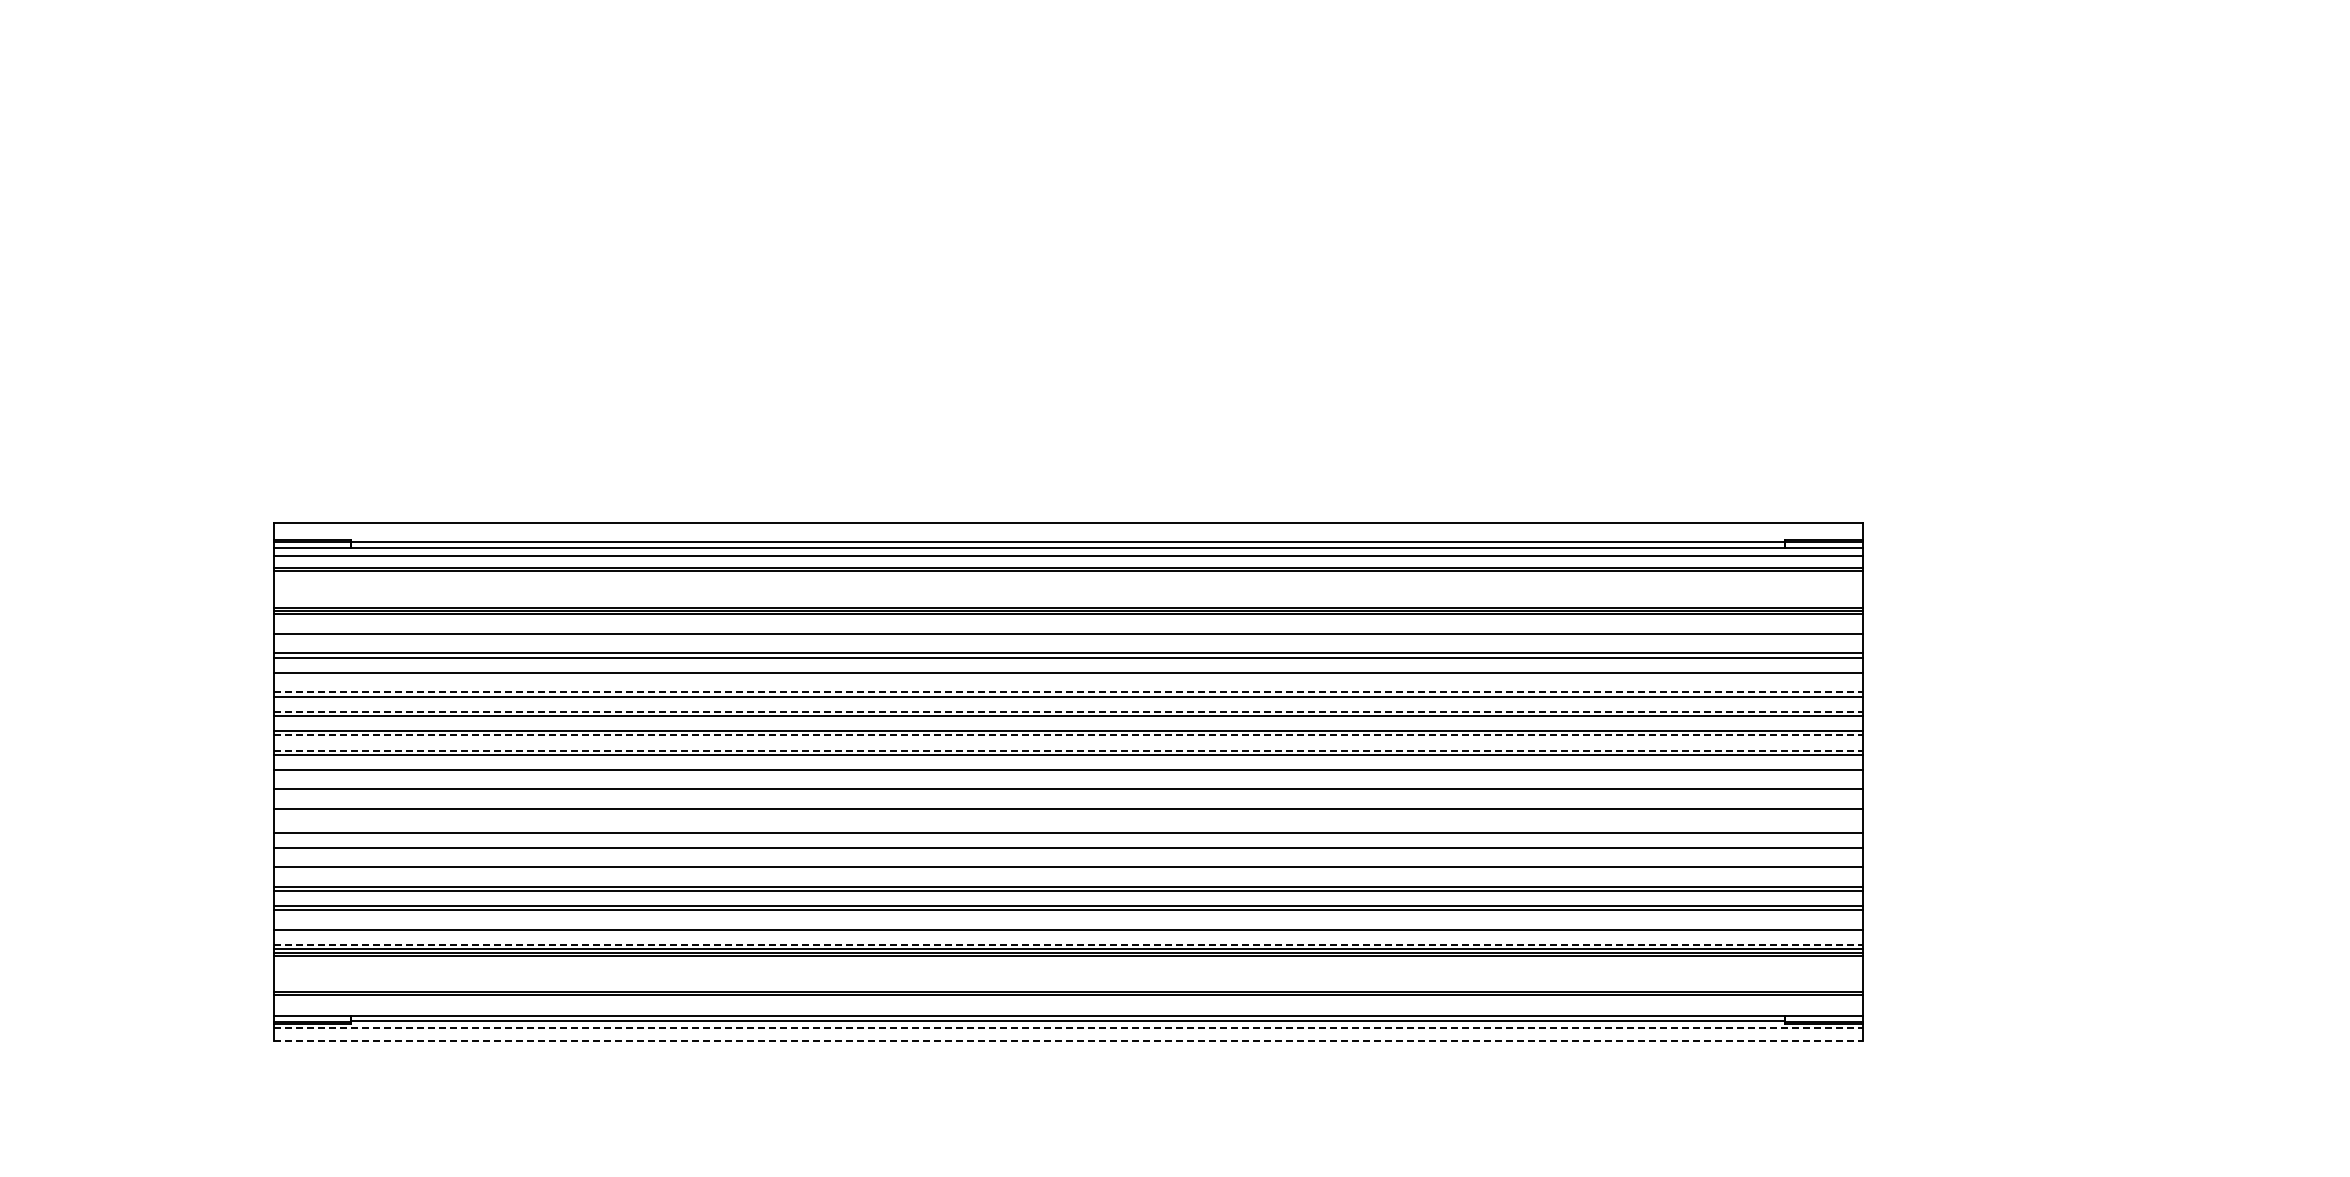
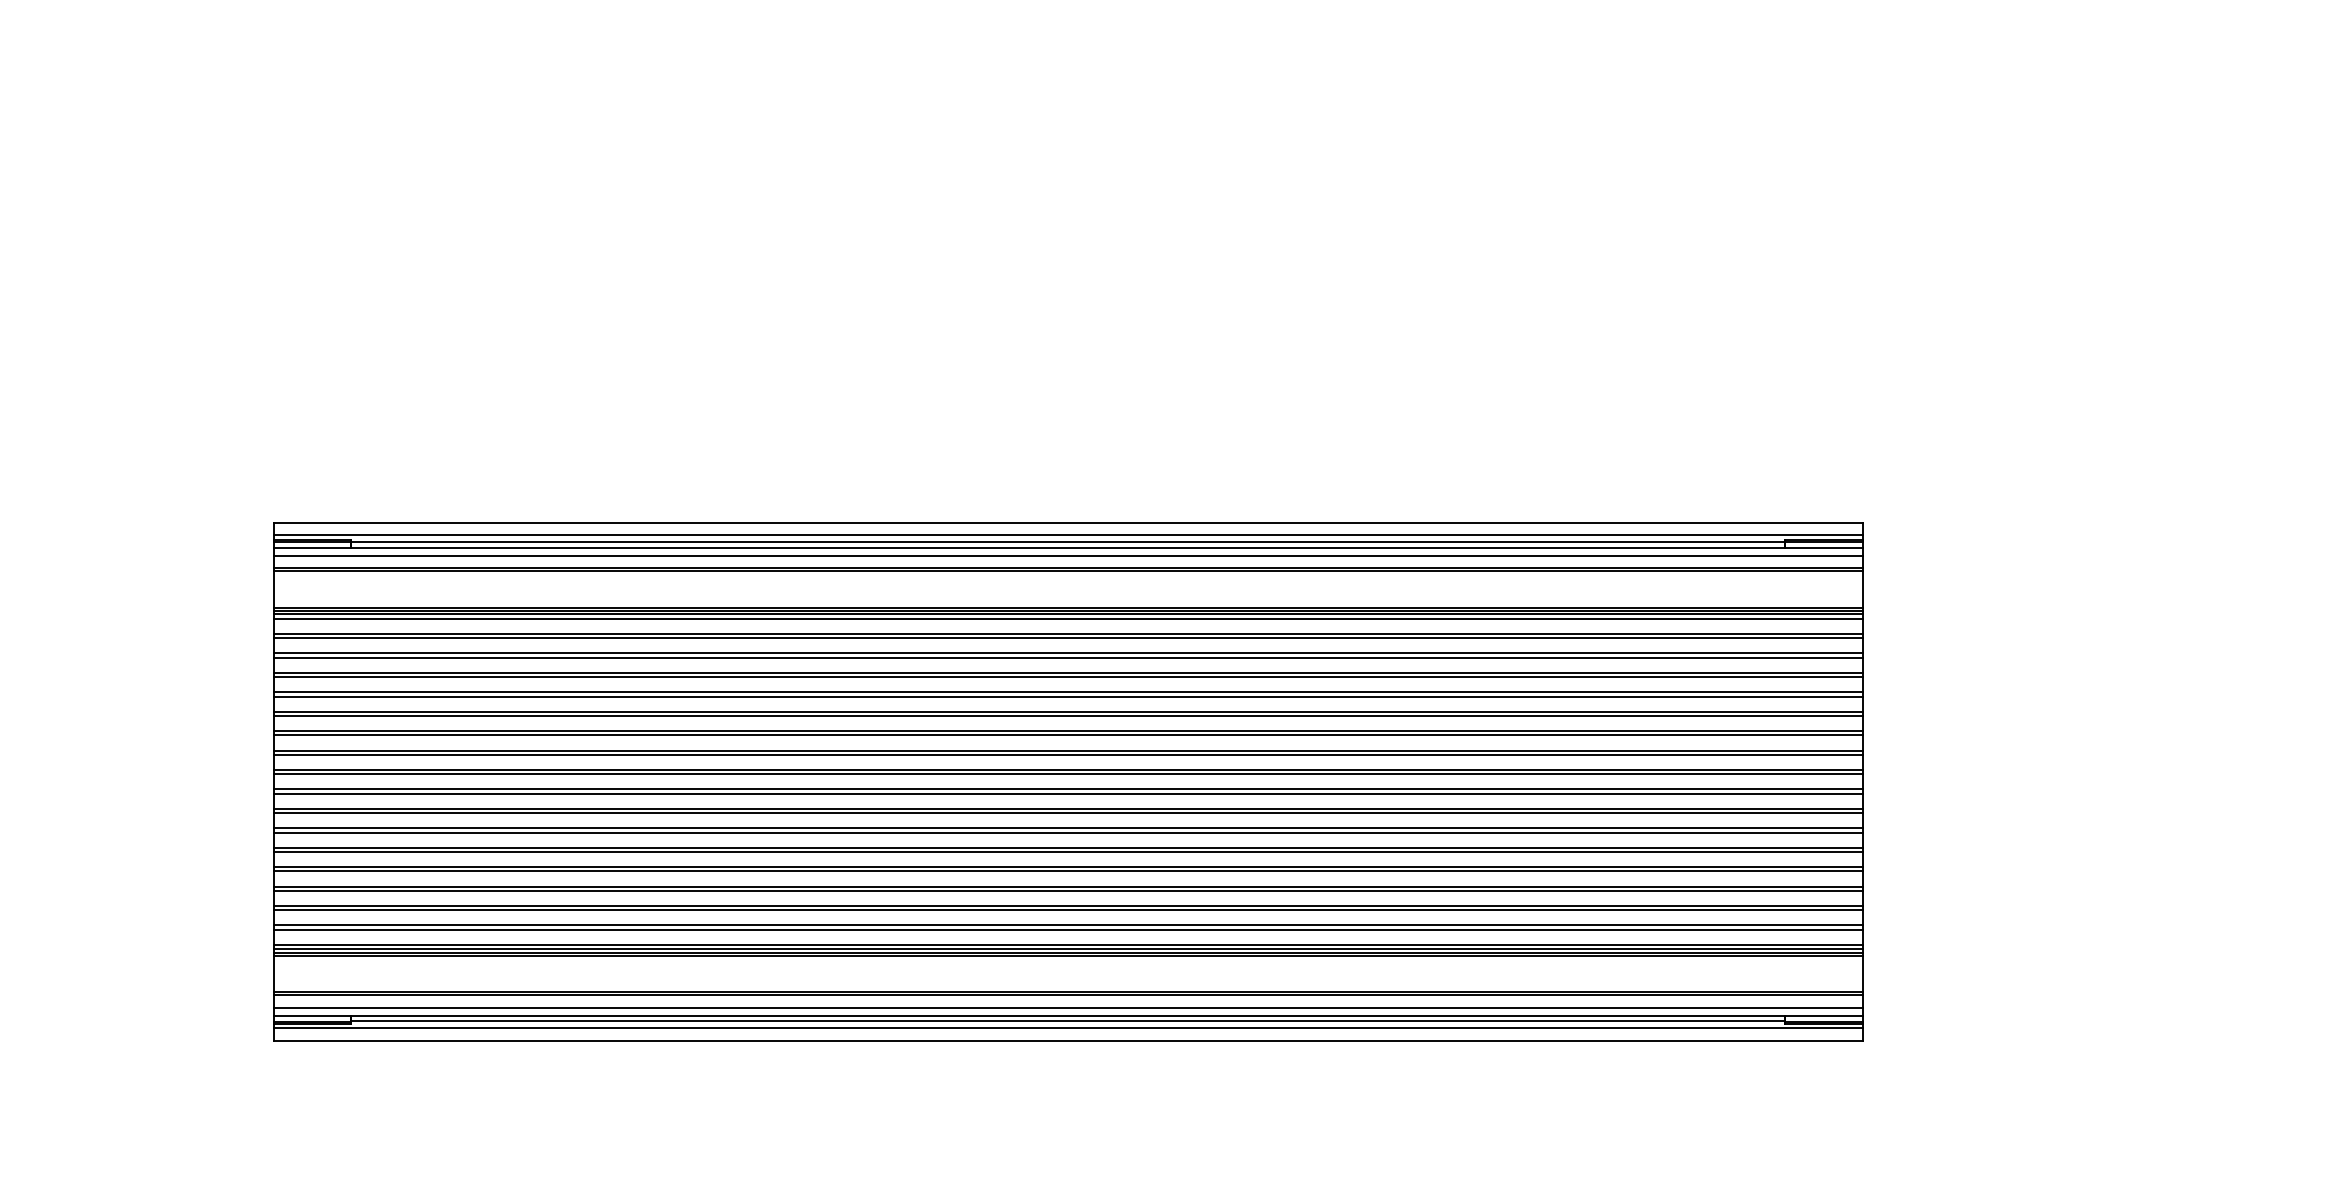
line at (1068, 535): none -> present
line at (1068, 618): none -> present
line at (1068, 638): none -> present
line at (1068, 677): none -> present
line at (1068, 692): dashed -> solid
line at (1068, 711): dashed -> solid
line at (1068, 735): dashed -> solid
line at (1068, 750): dashed -> solid
line at (1068, 774): none -> present
line at (1068, 793): none -> present
line at (1068, 813): none -> present
line at (1068, 828): none -> present
line at (1068, 852): none -> present
line at (1068, 871): none -> present
line at (1068, 925): none -> present
line at (1068, 944): dashed -> solid
line at (1068, 1008): none -> present
line at (1068, 1028): dashed -> solid
line at (1068, 1040): dashed -> solid
